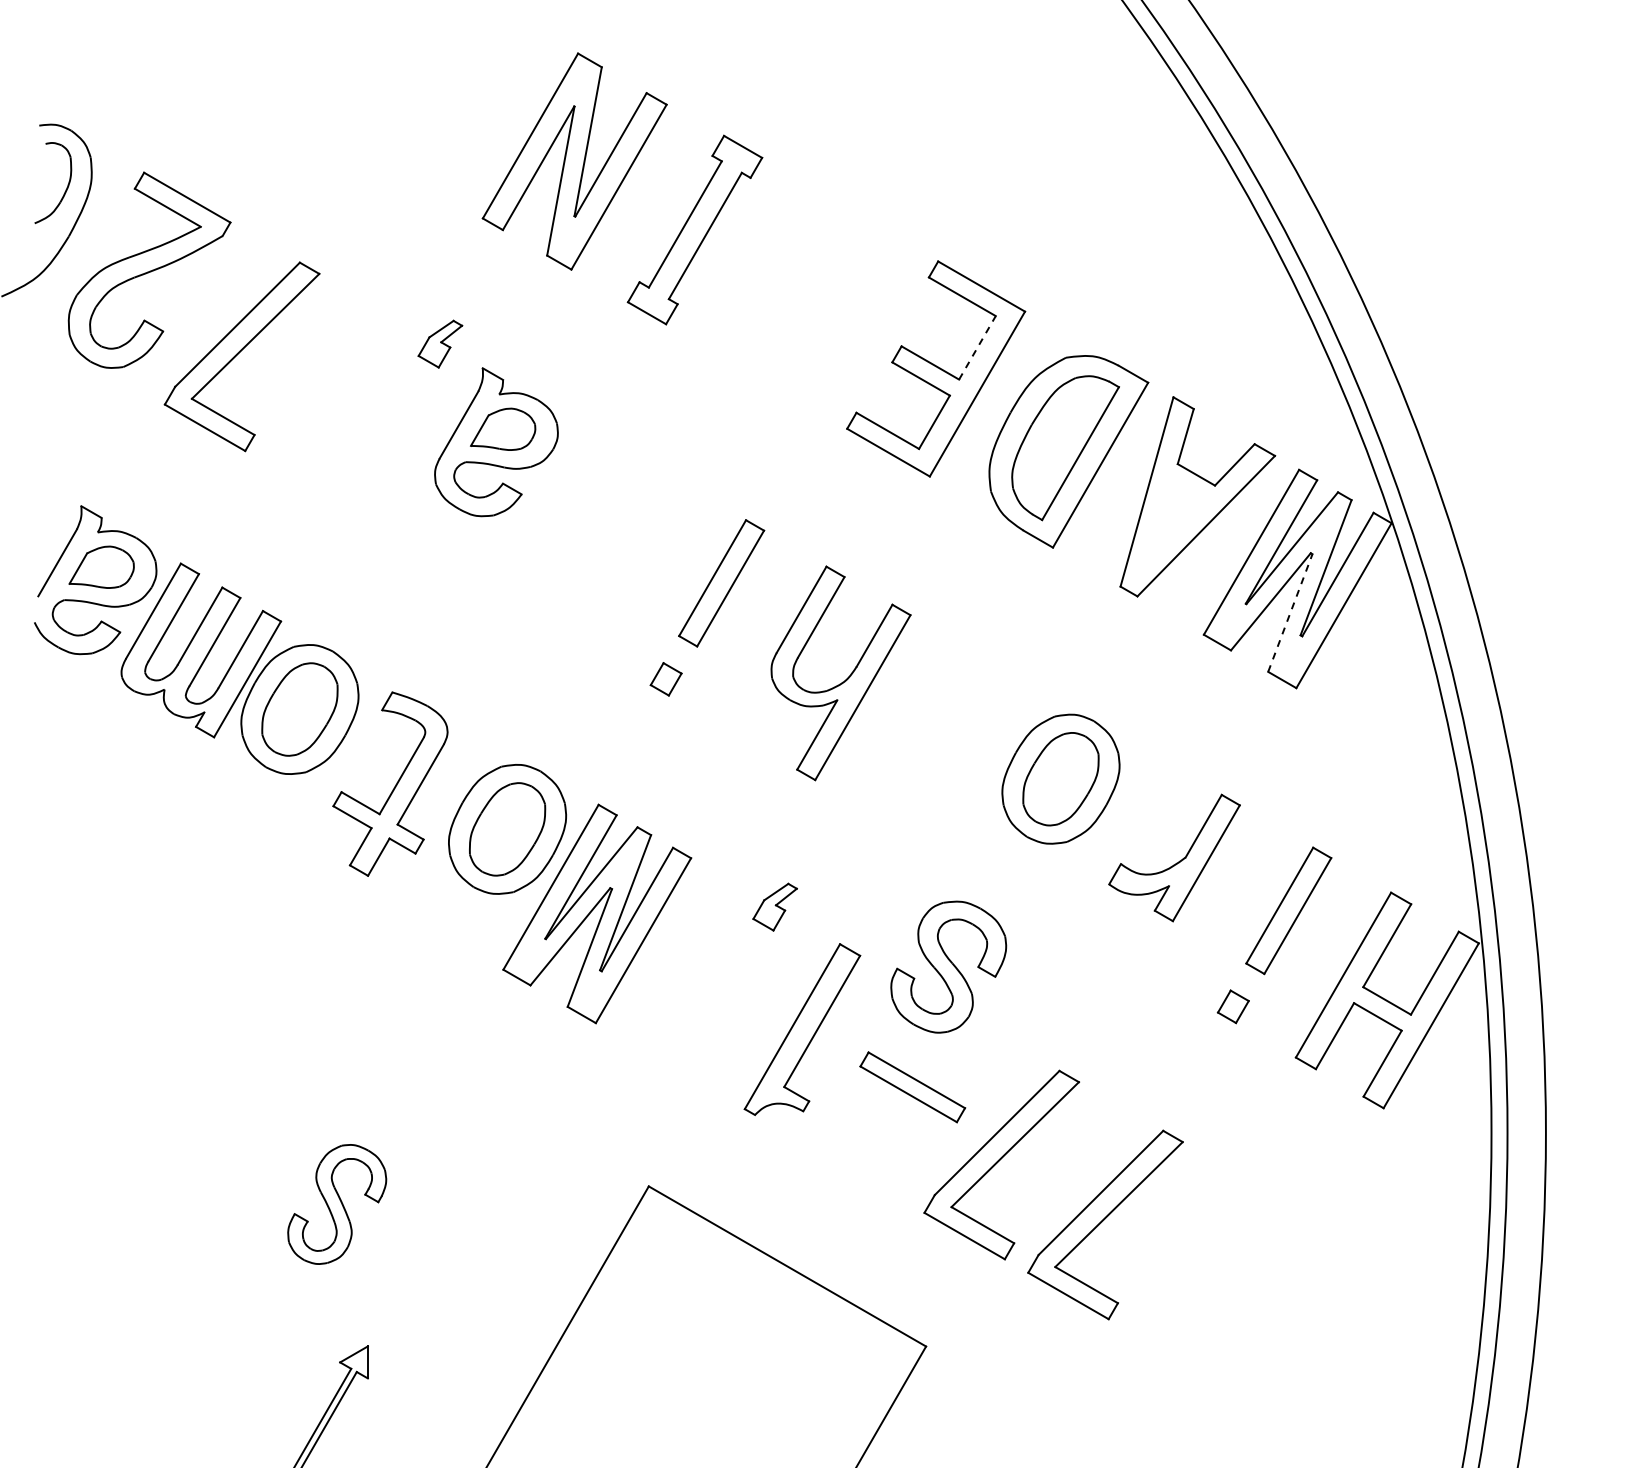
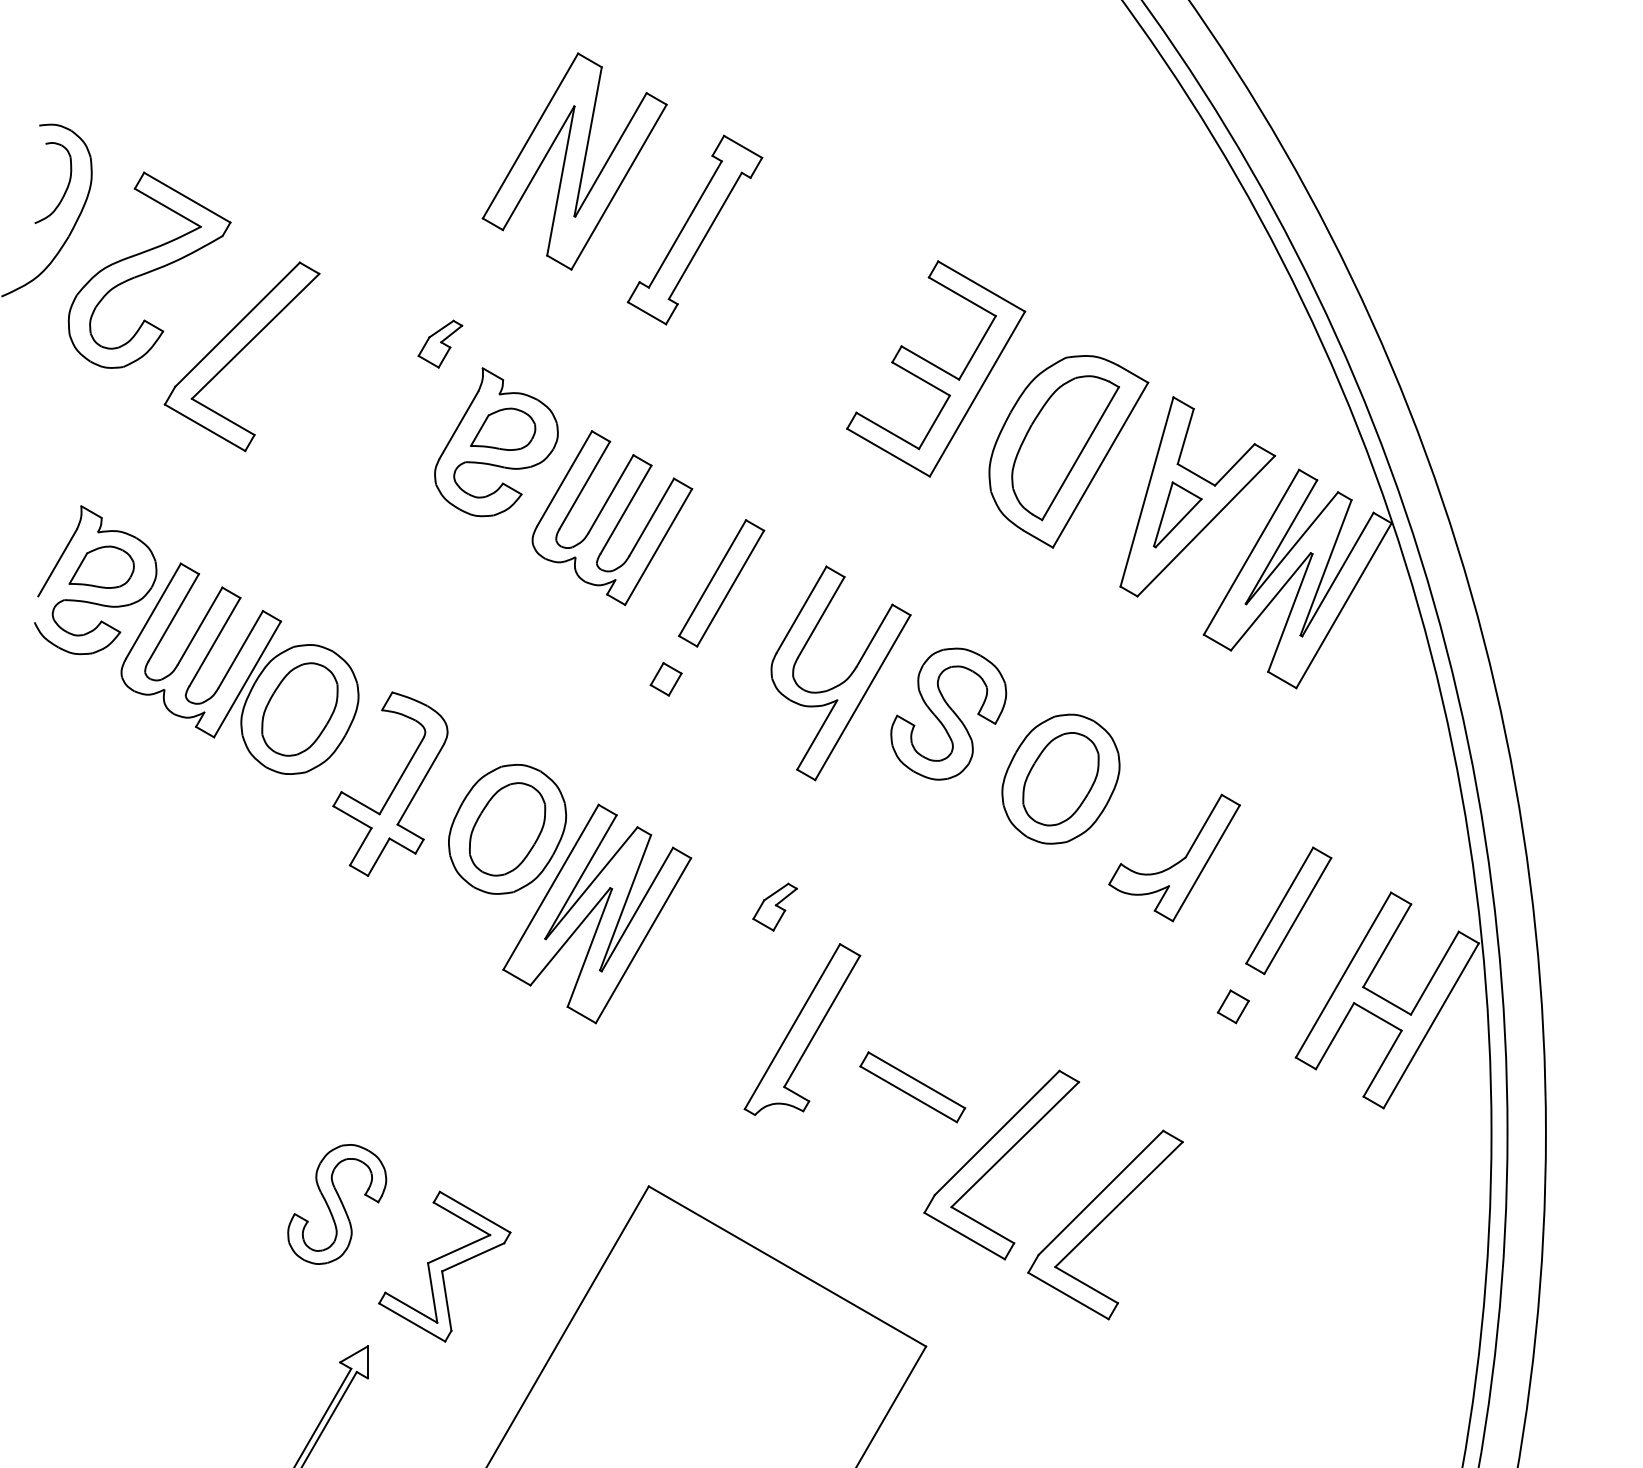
line at (977, 347): dashed -> solid
part at (1177, 514): none -> present
part at (612, 518): none -> present
line at (1290, 613): dashed -> solid
part at (948, 966) position: (948, 966) -> (948, 713)
part at (444, 1266): none -> present
